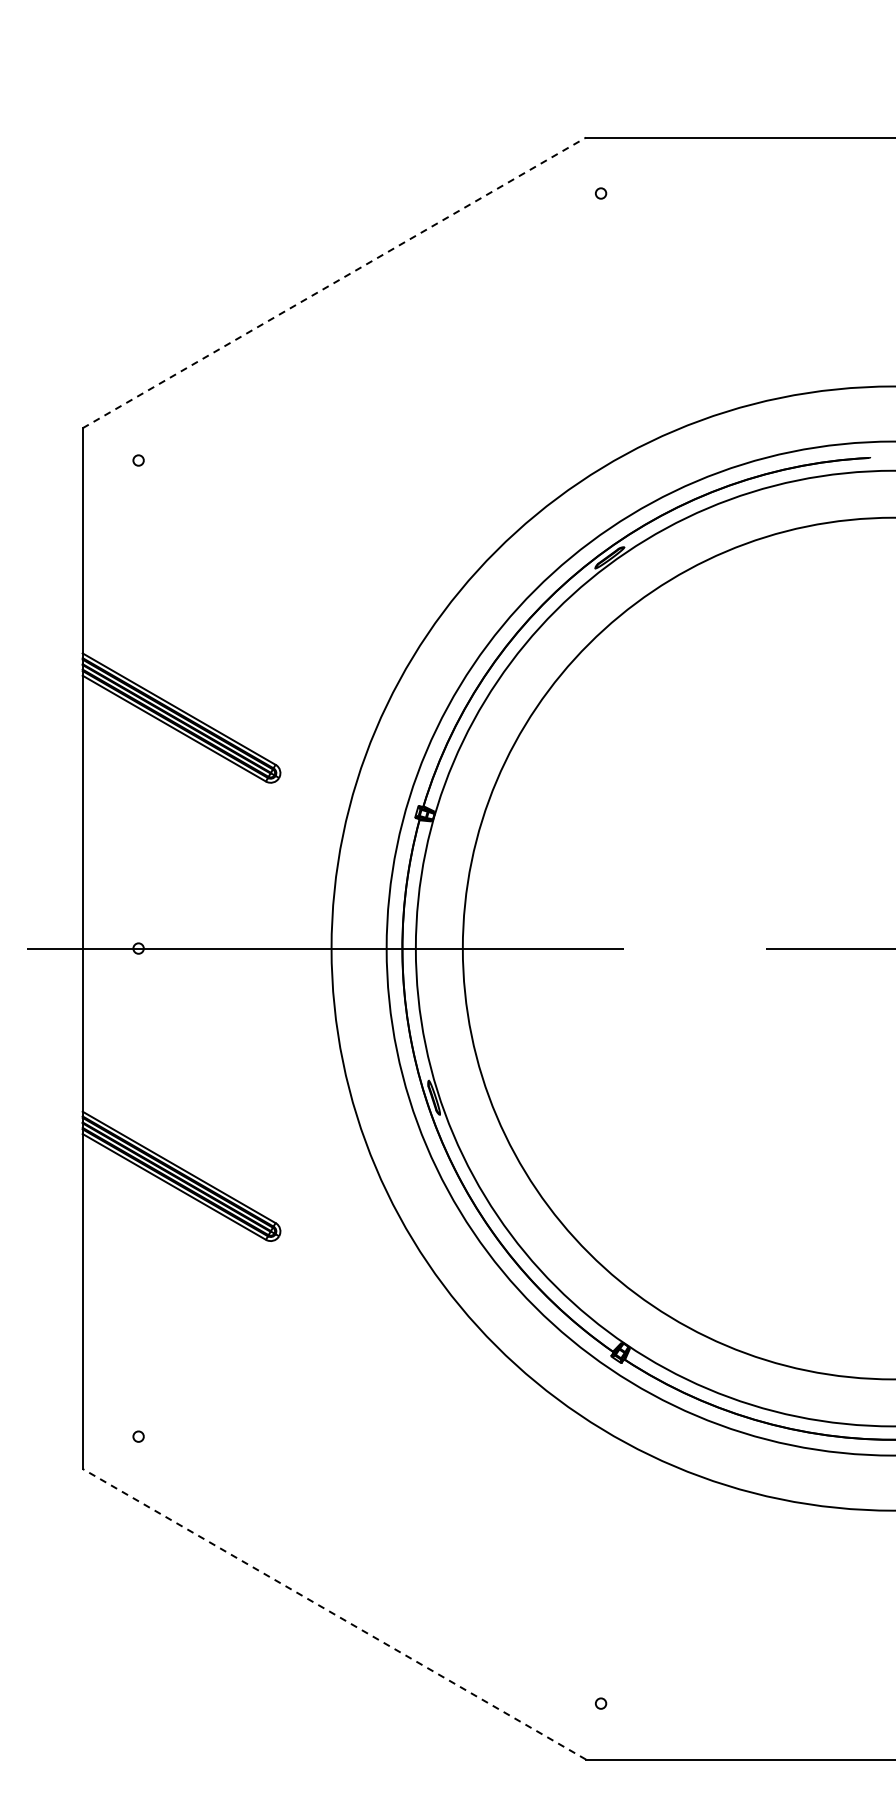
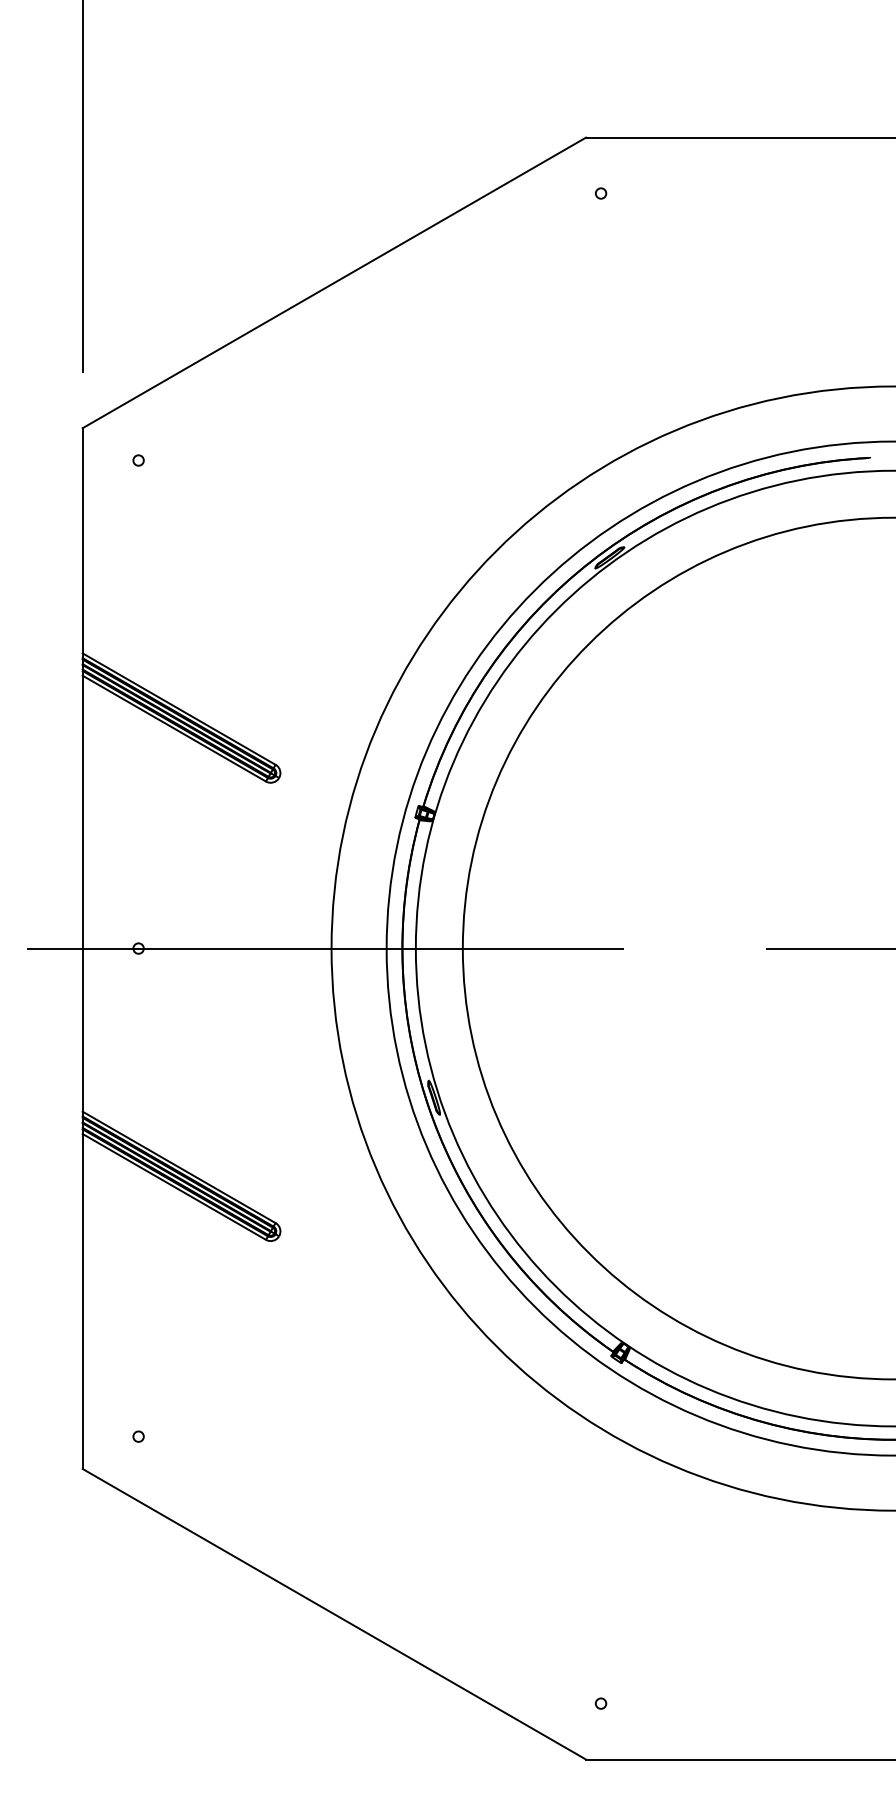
line at (82, 187): none -> present
line at (334, 282): dashed -> solid
line at (334, 1614): dashed -> solid
